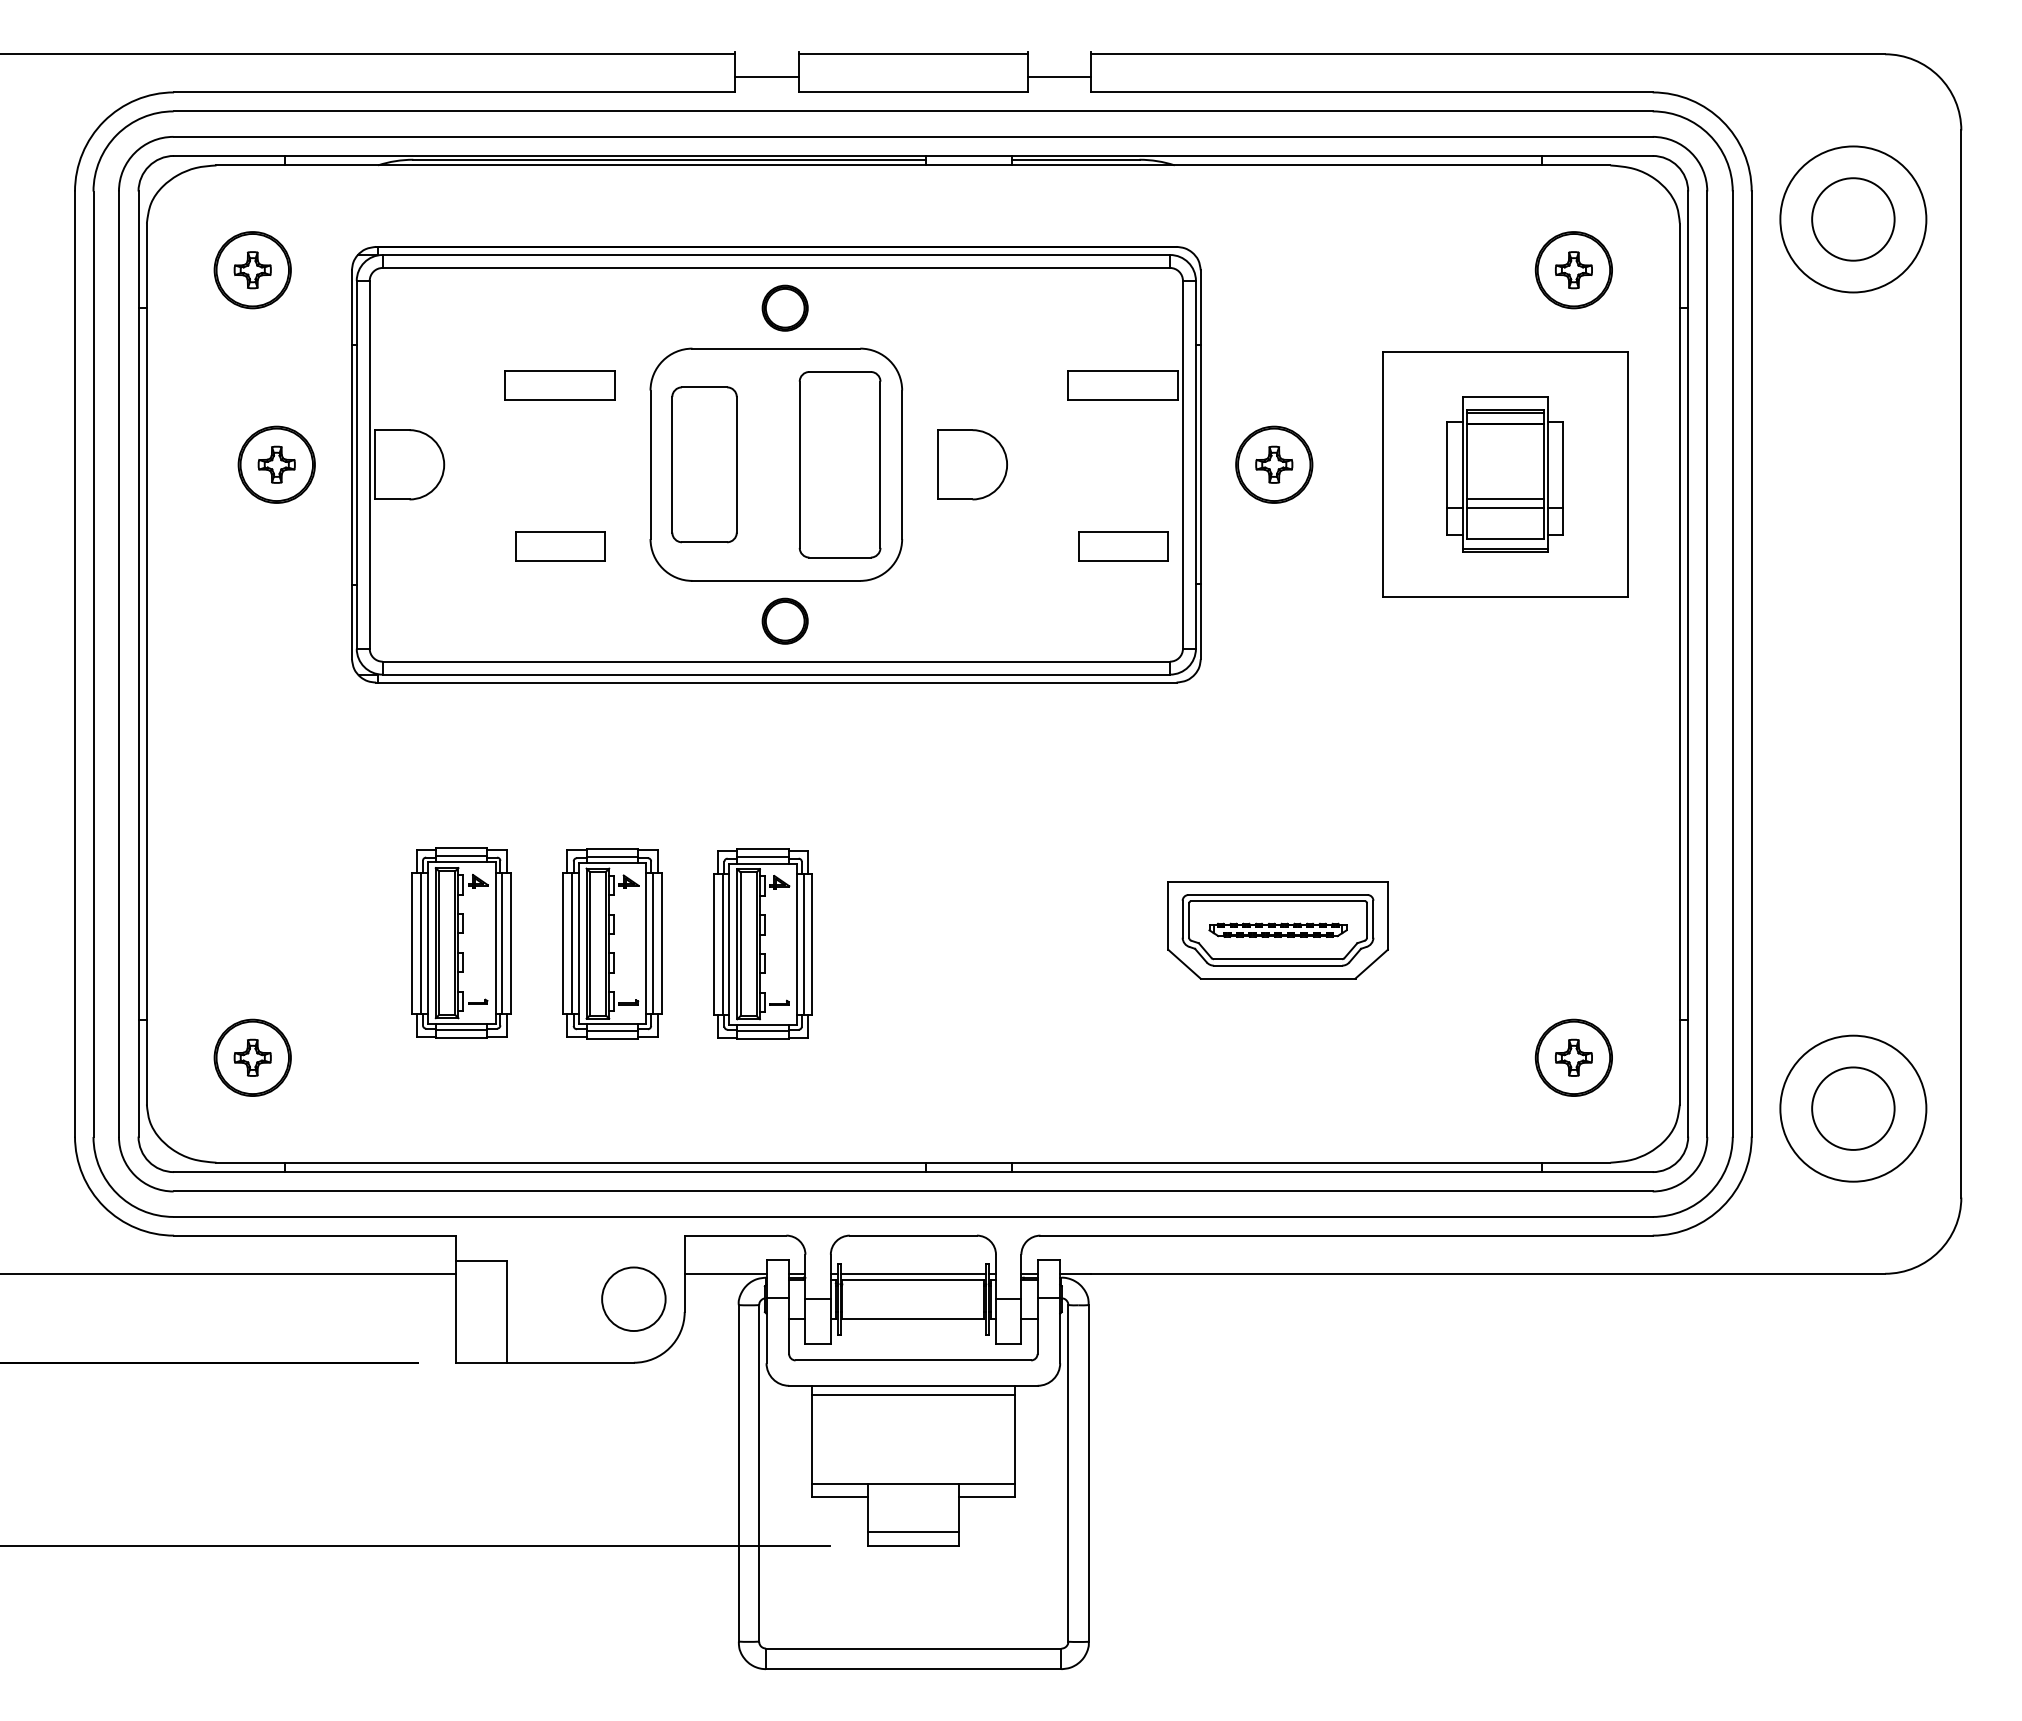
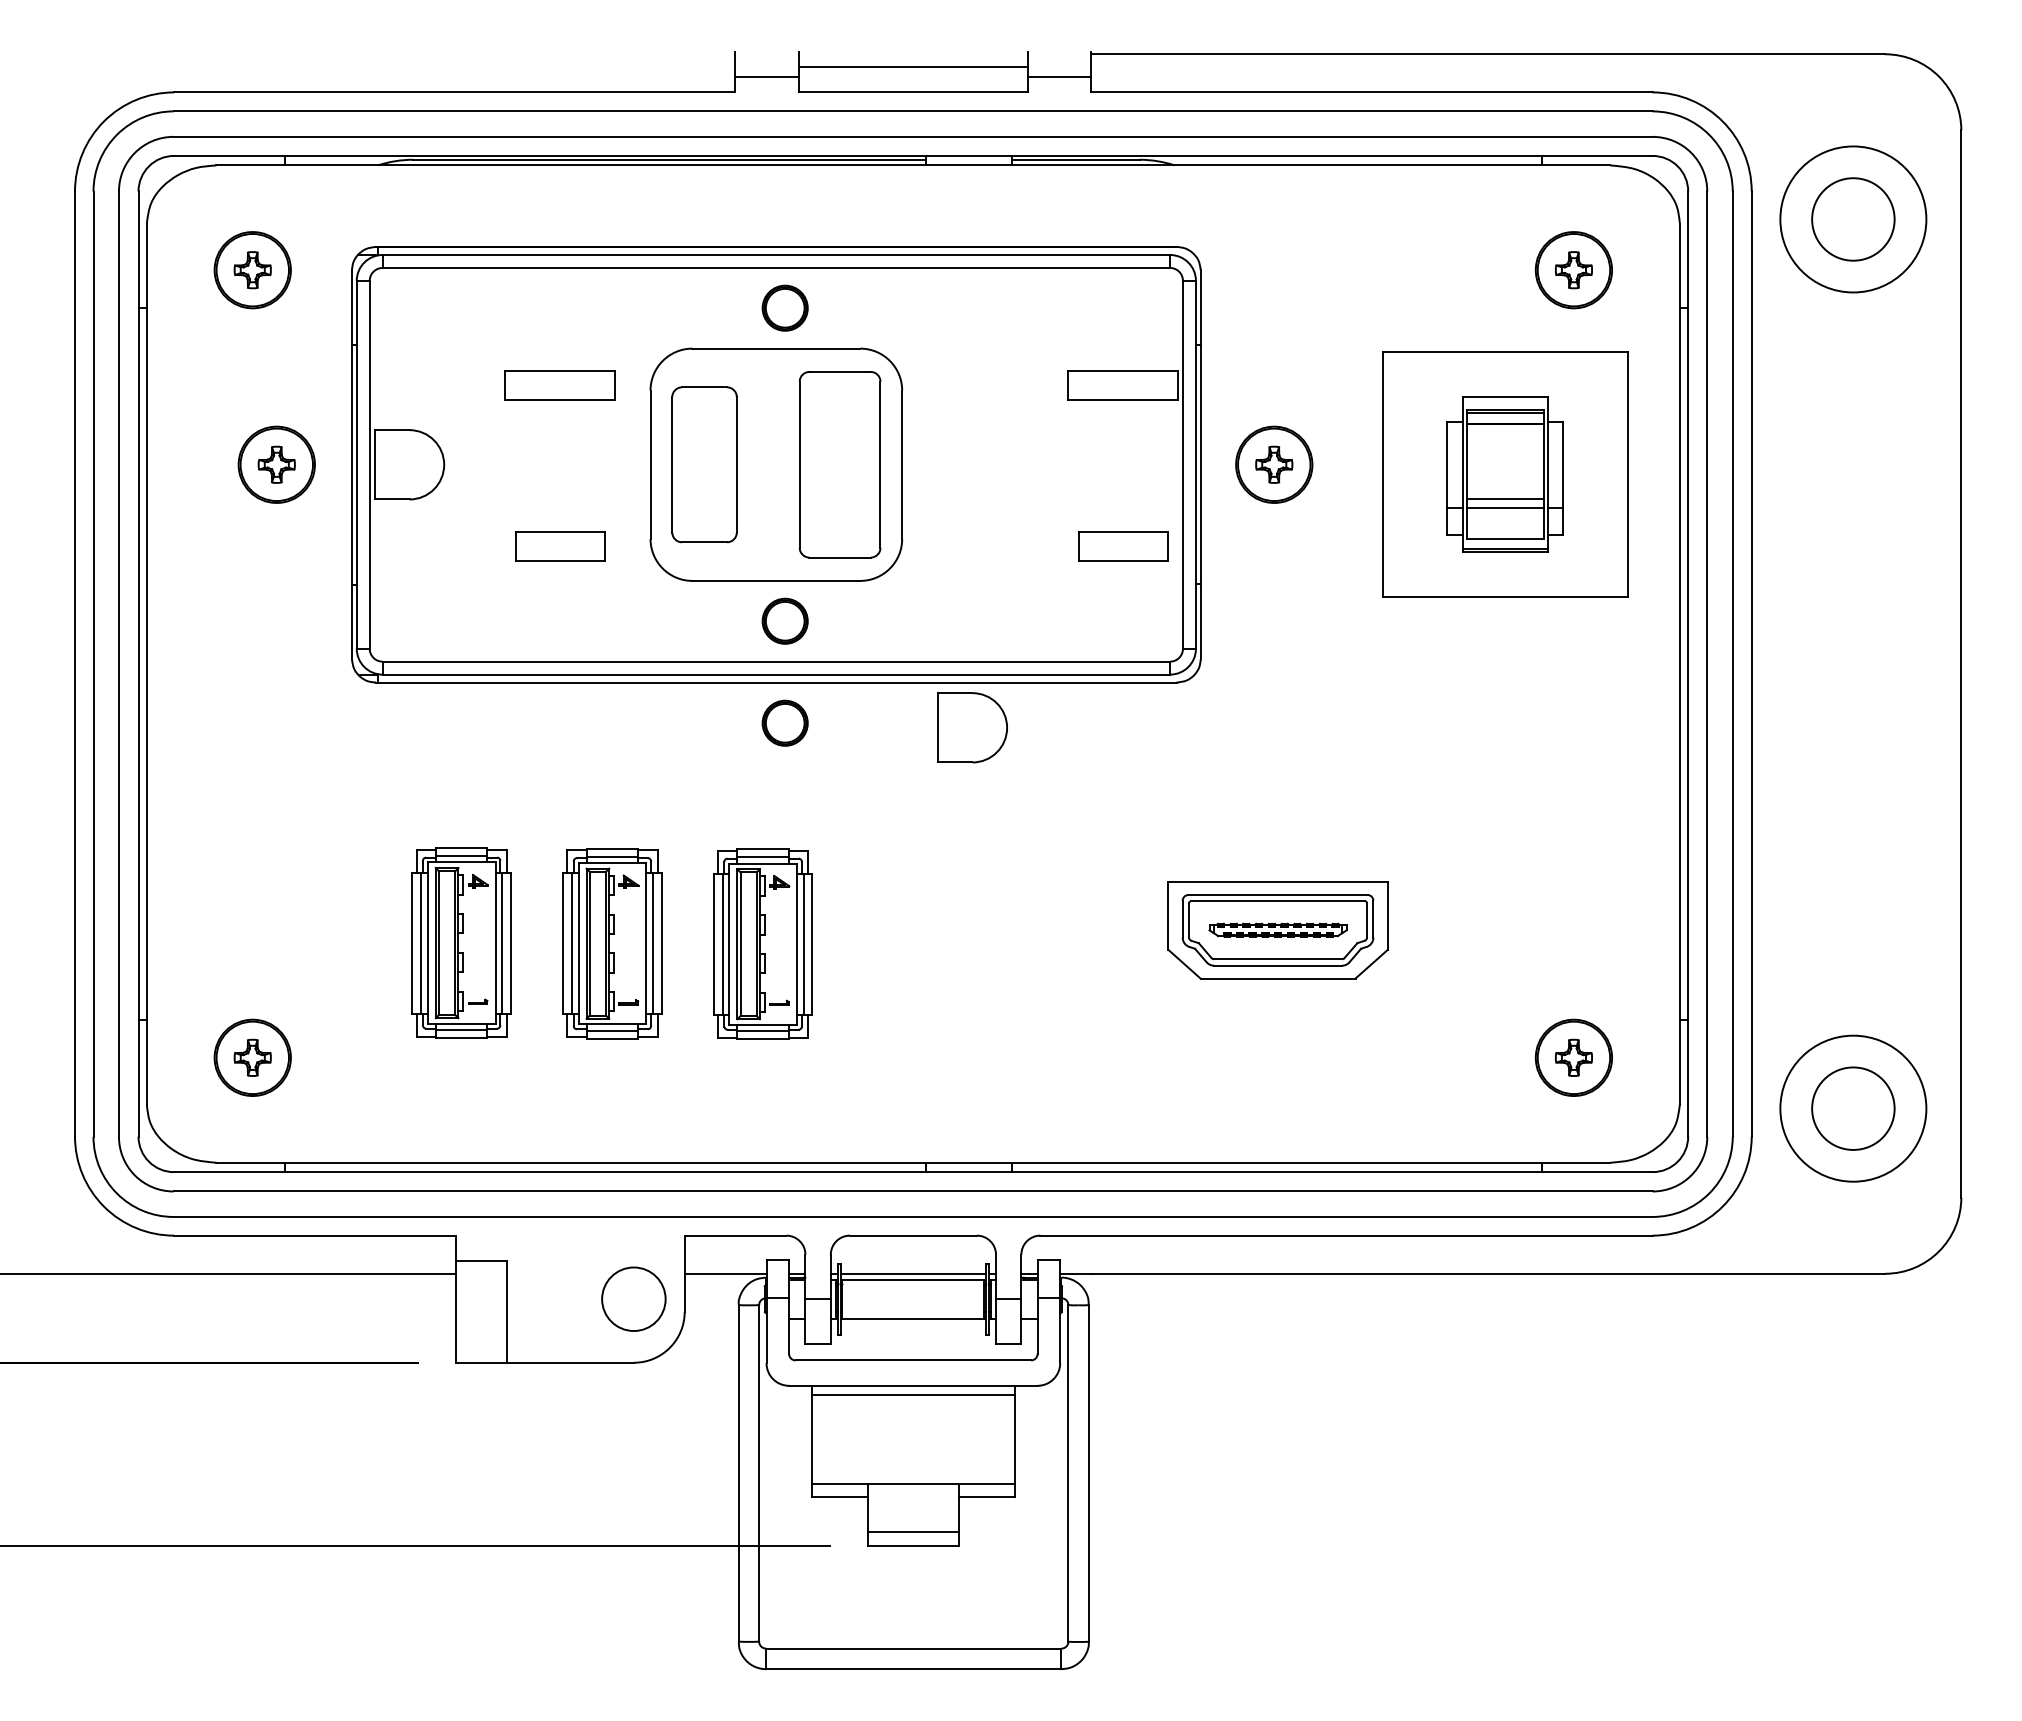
line at (368, 54): present -> none
line at (913, 54) position: (913, 54) -> (913, 67)
part at (972, 464) position: (972, 464) -> (972, 727)
part at (784, 722): none -> present
